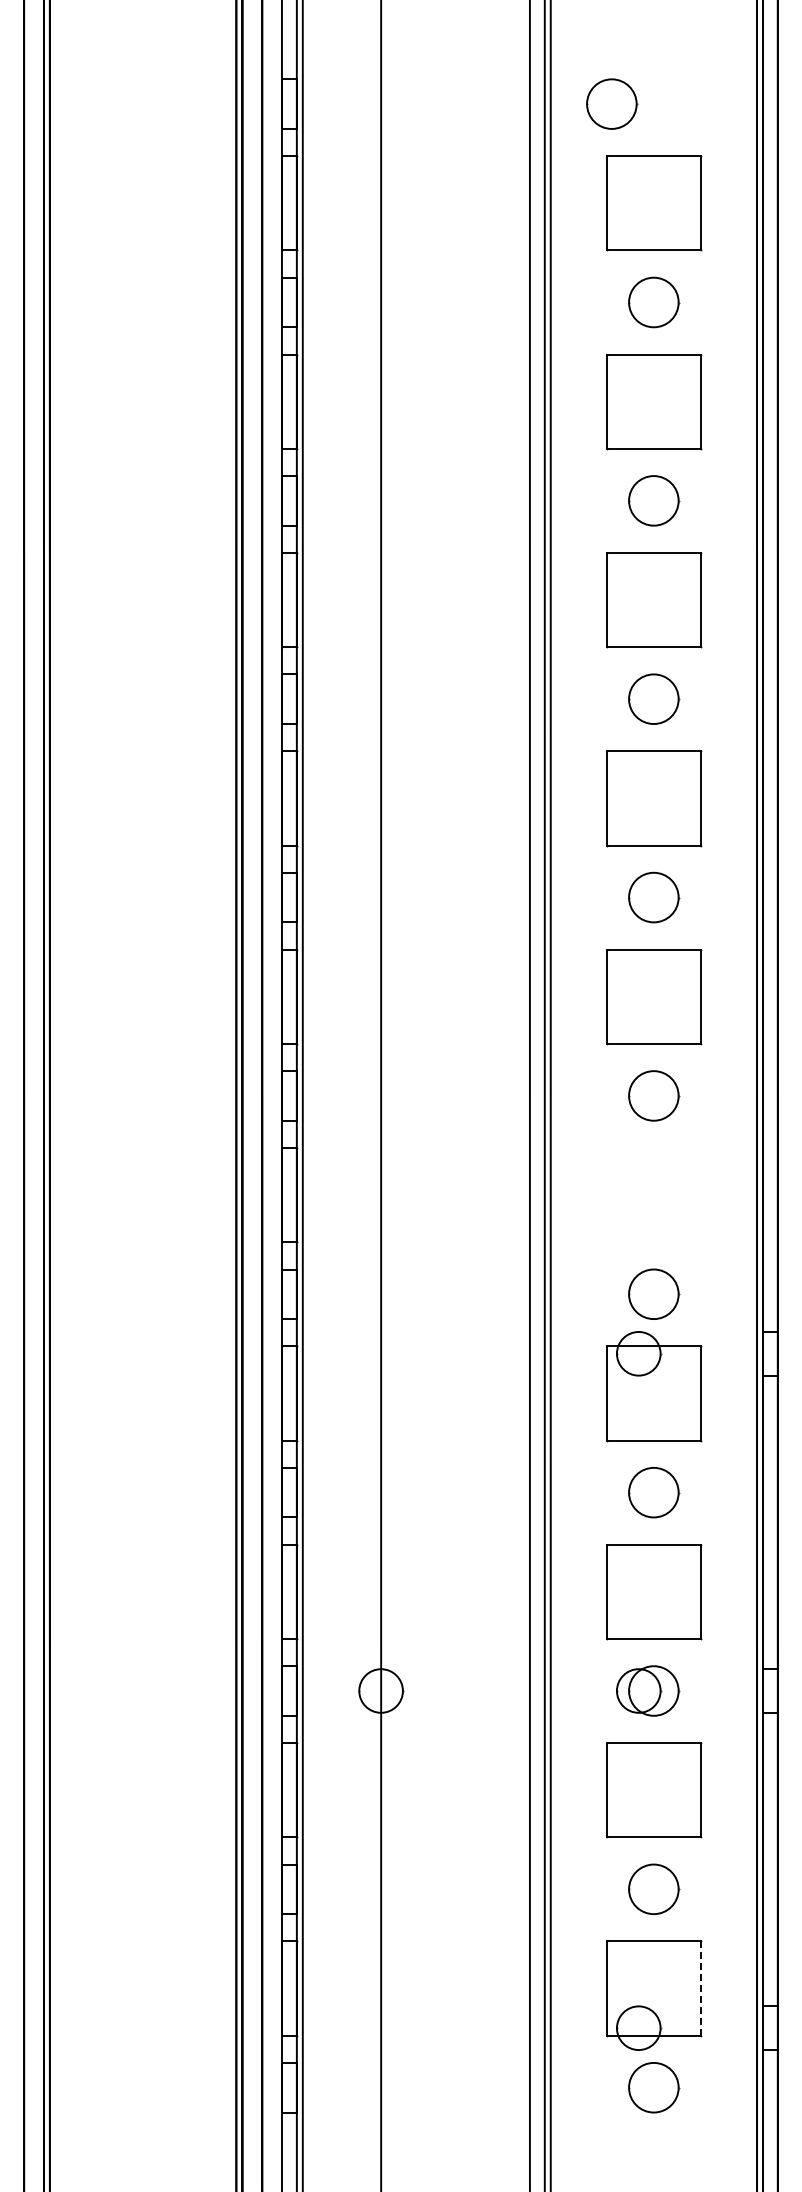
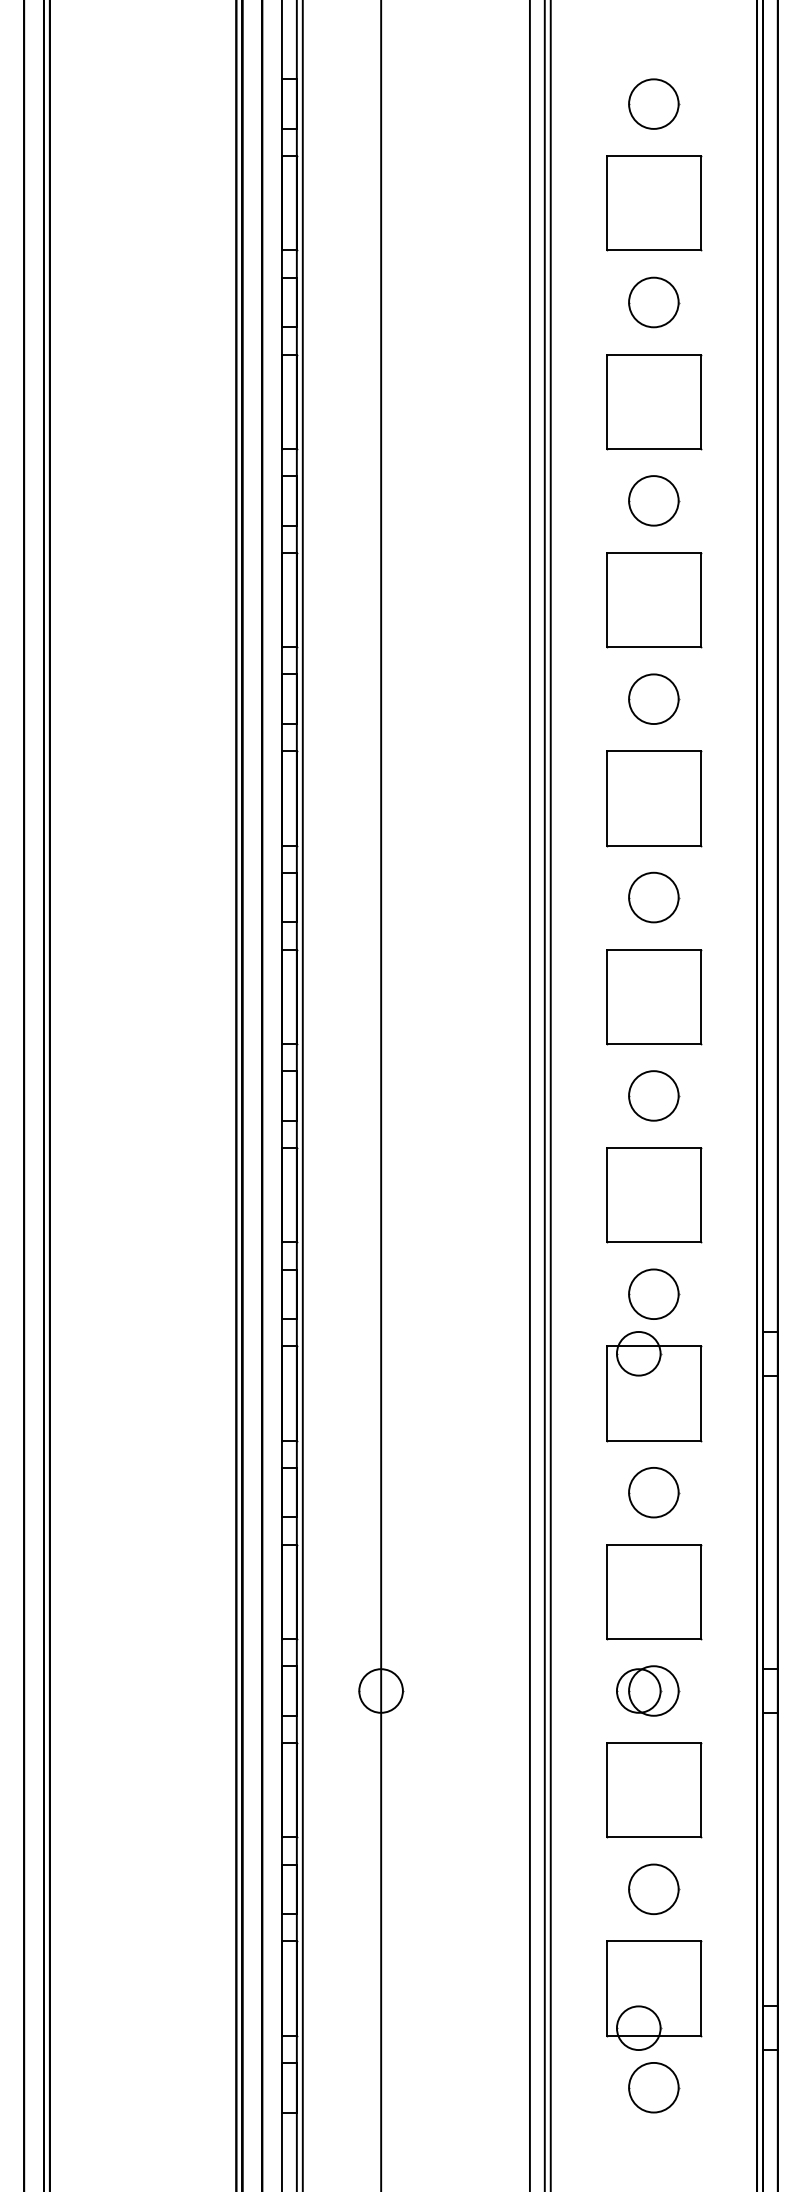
part at (612, 103) position: (612, 103) -> (654, 103)
part at (654, 1195): none -> present
line at (700, 1989): dashed -> solid
